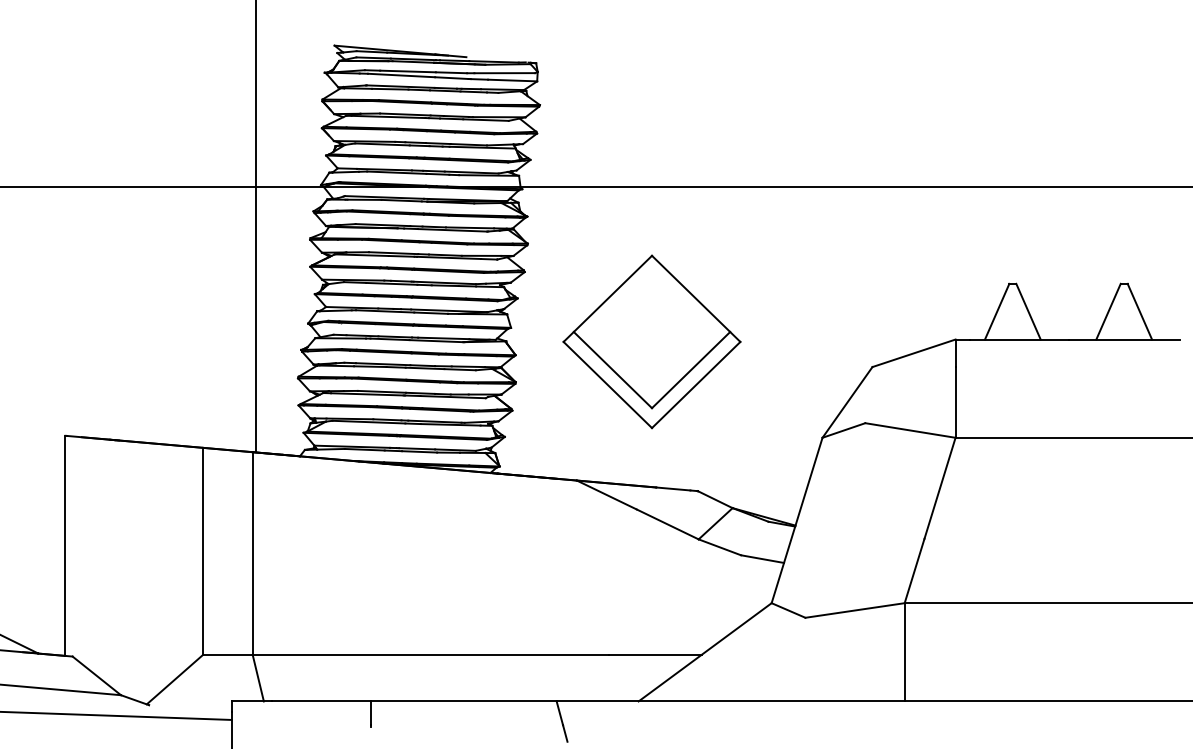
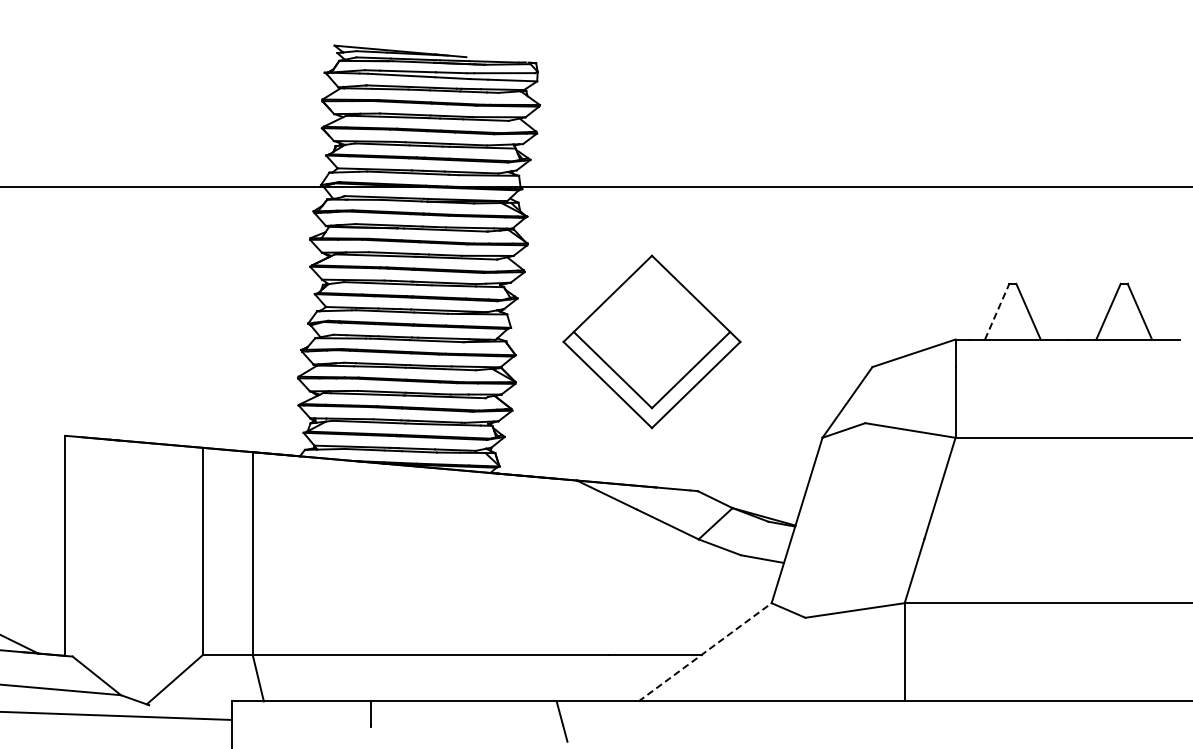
line at (255, 227): present -> none
line at (997, 311): solid -> dashed
line at (705, 652): solid -> dashed
